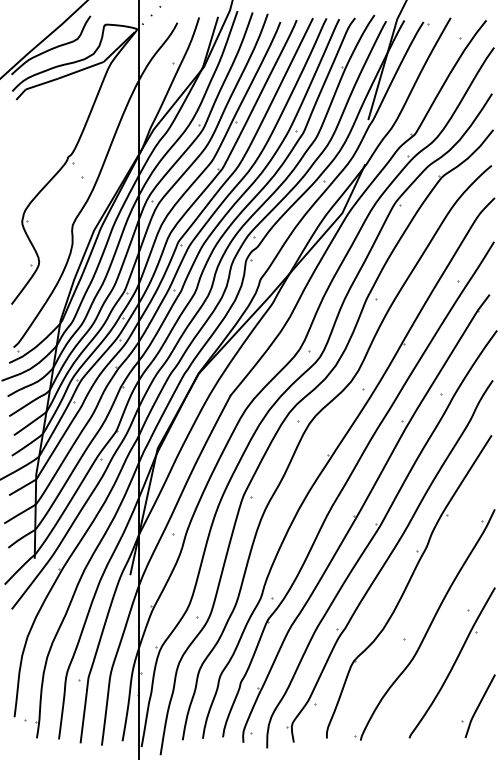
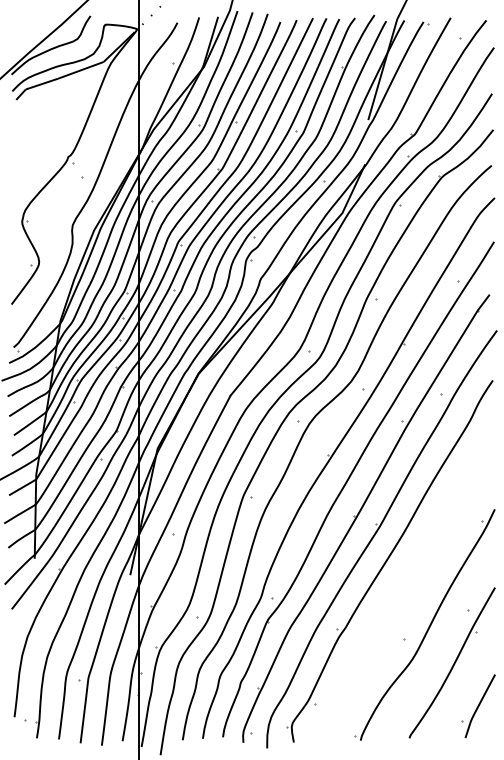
part at (409, 586): present -> none
